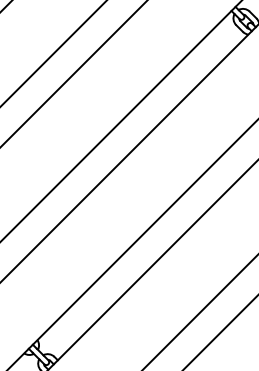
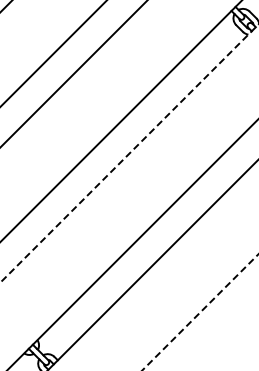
line at (129, 153): solid -> dashed
line at (201, 311): solid -> dashed
line at (220, 332): present -> none
